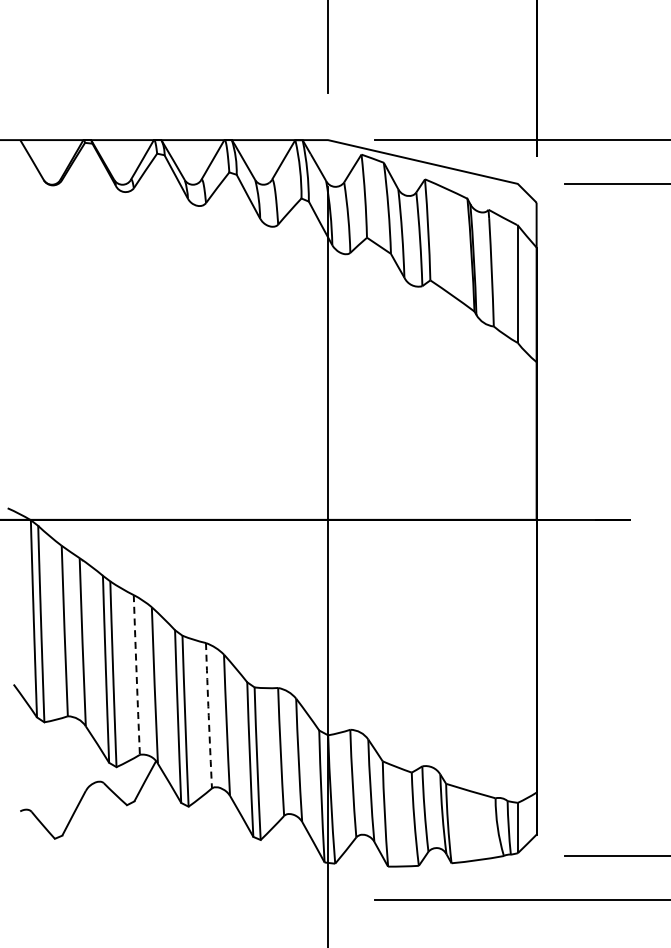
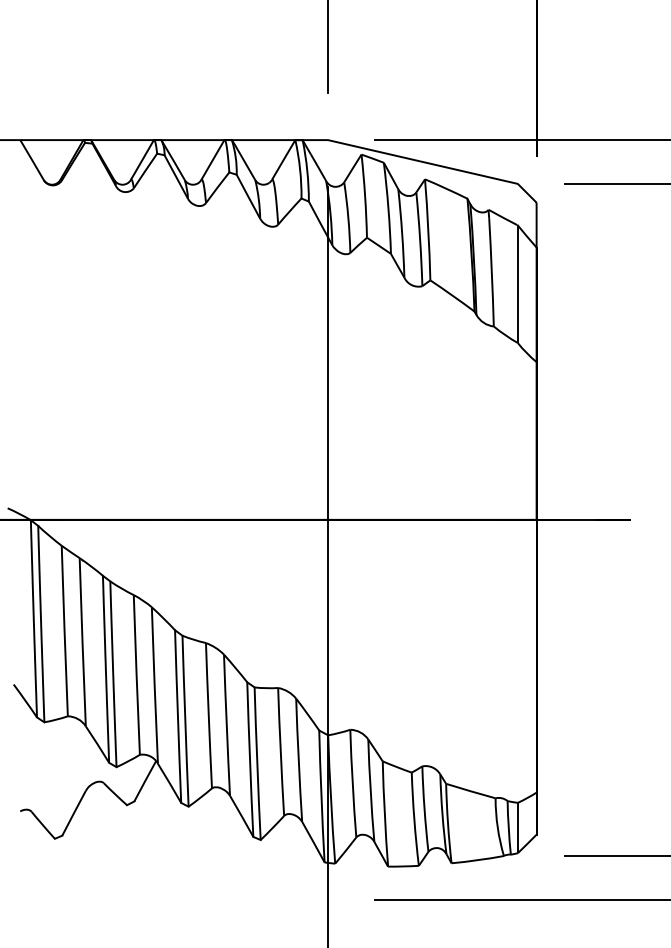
arc at (136, 674): dashed -> solid
arc at (208, 715): dashed -> solid
